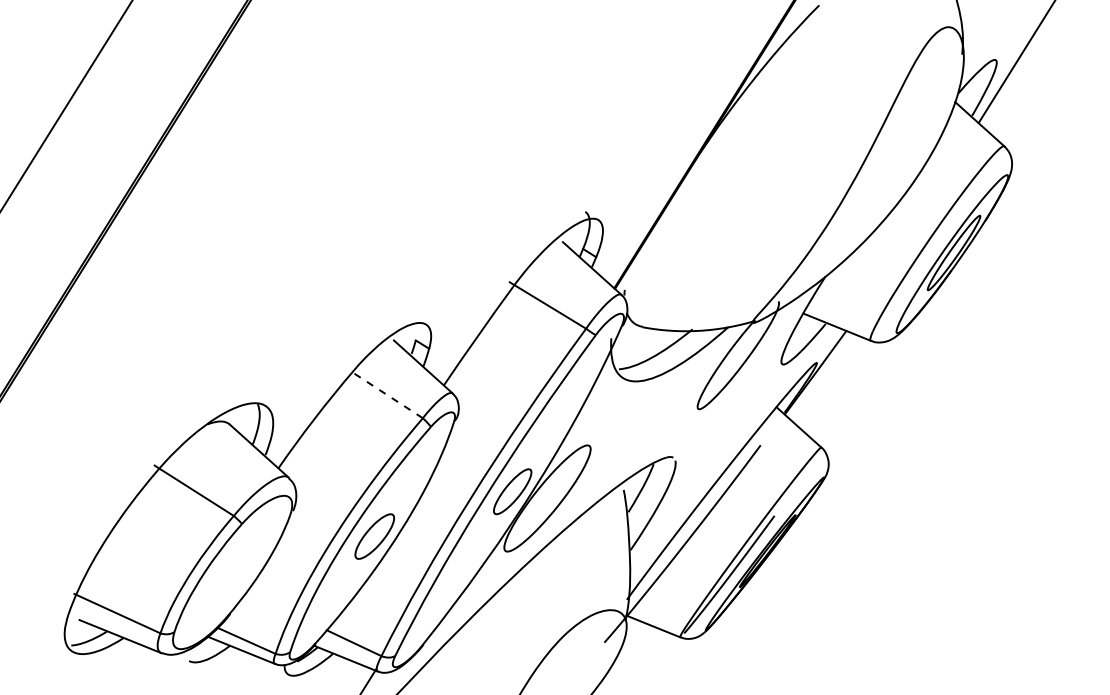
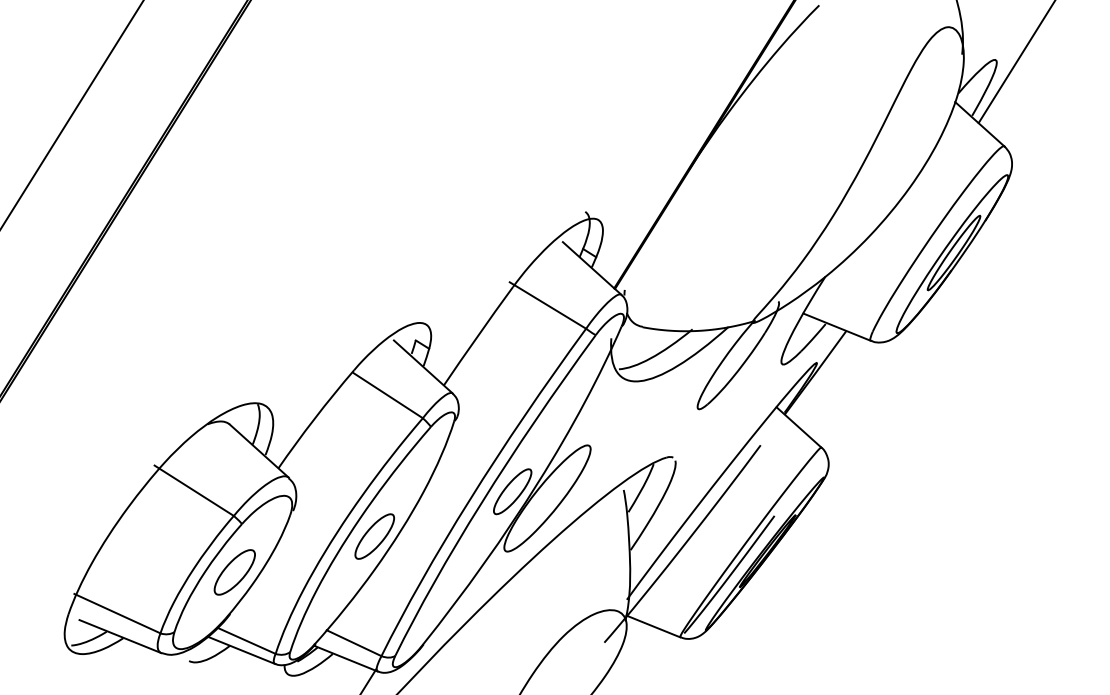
line at (66, 105) position: (66, 105) -> (72, 114)
line at (387, 395): dashed -> solid
part at (234, 572): none -> present
